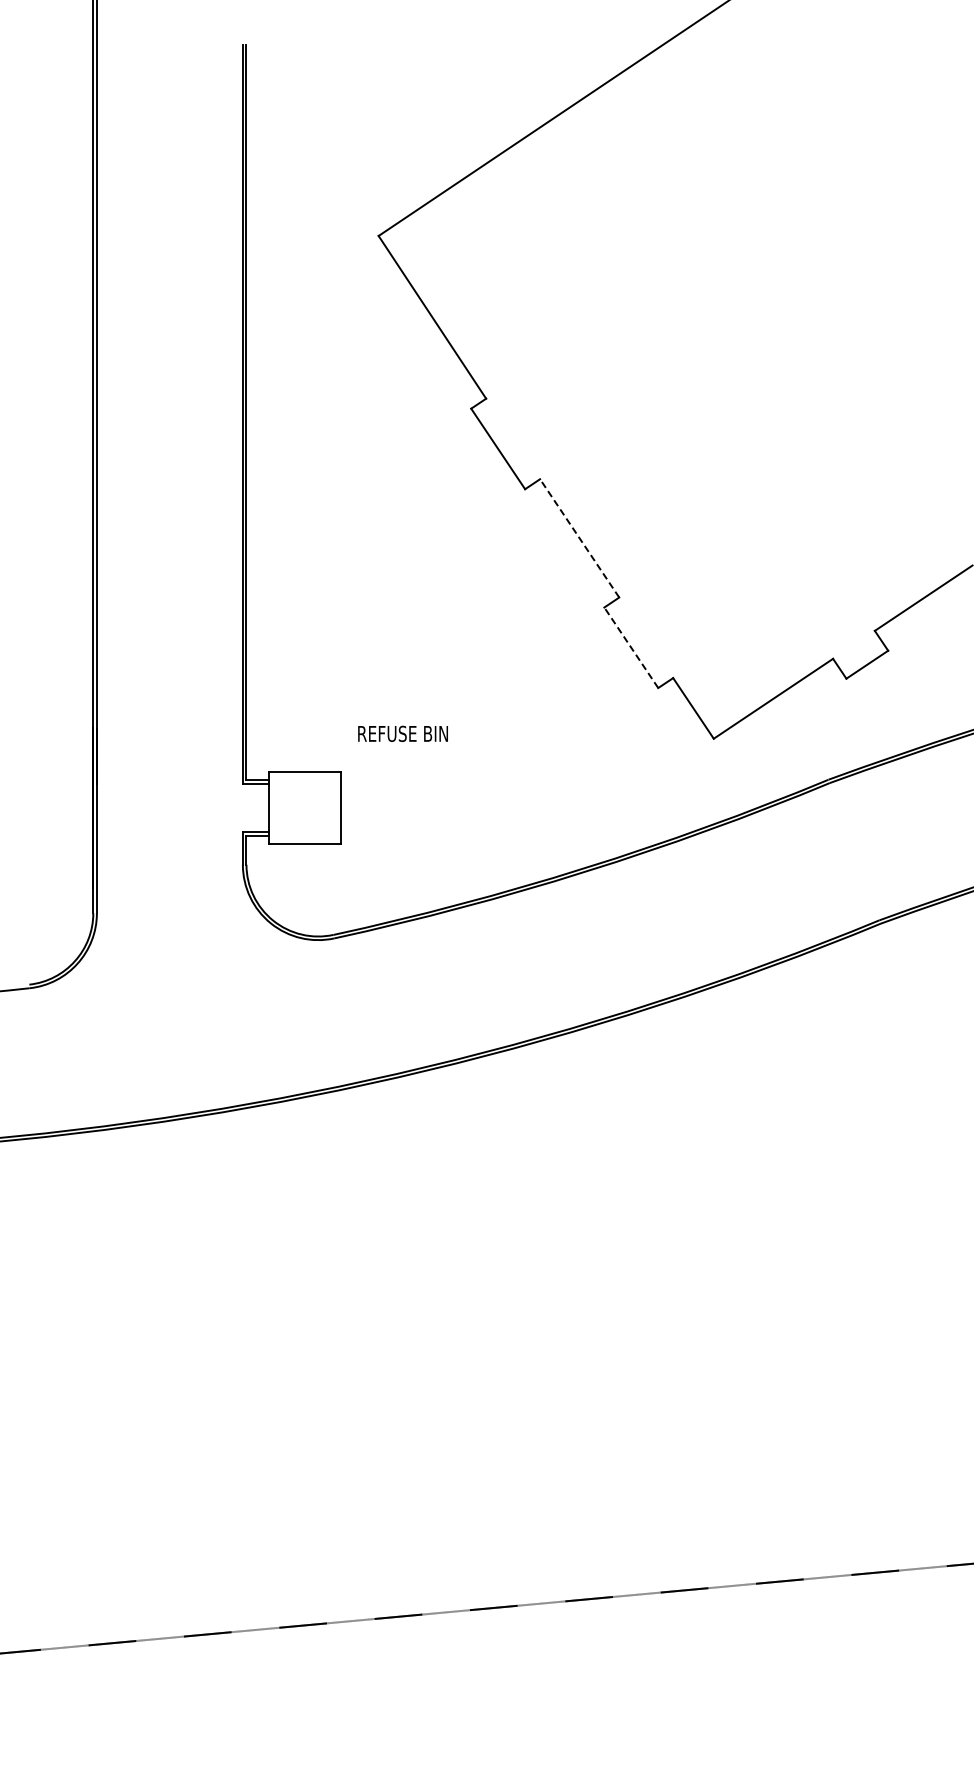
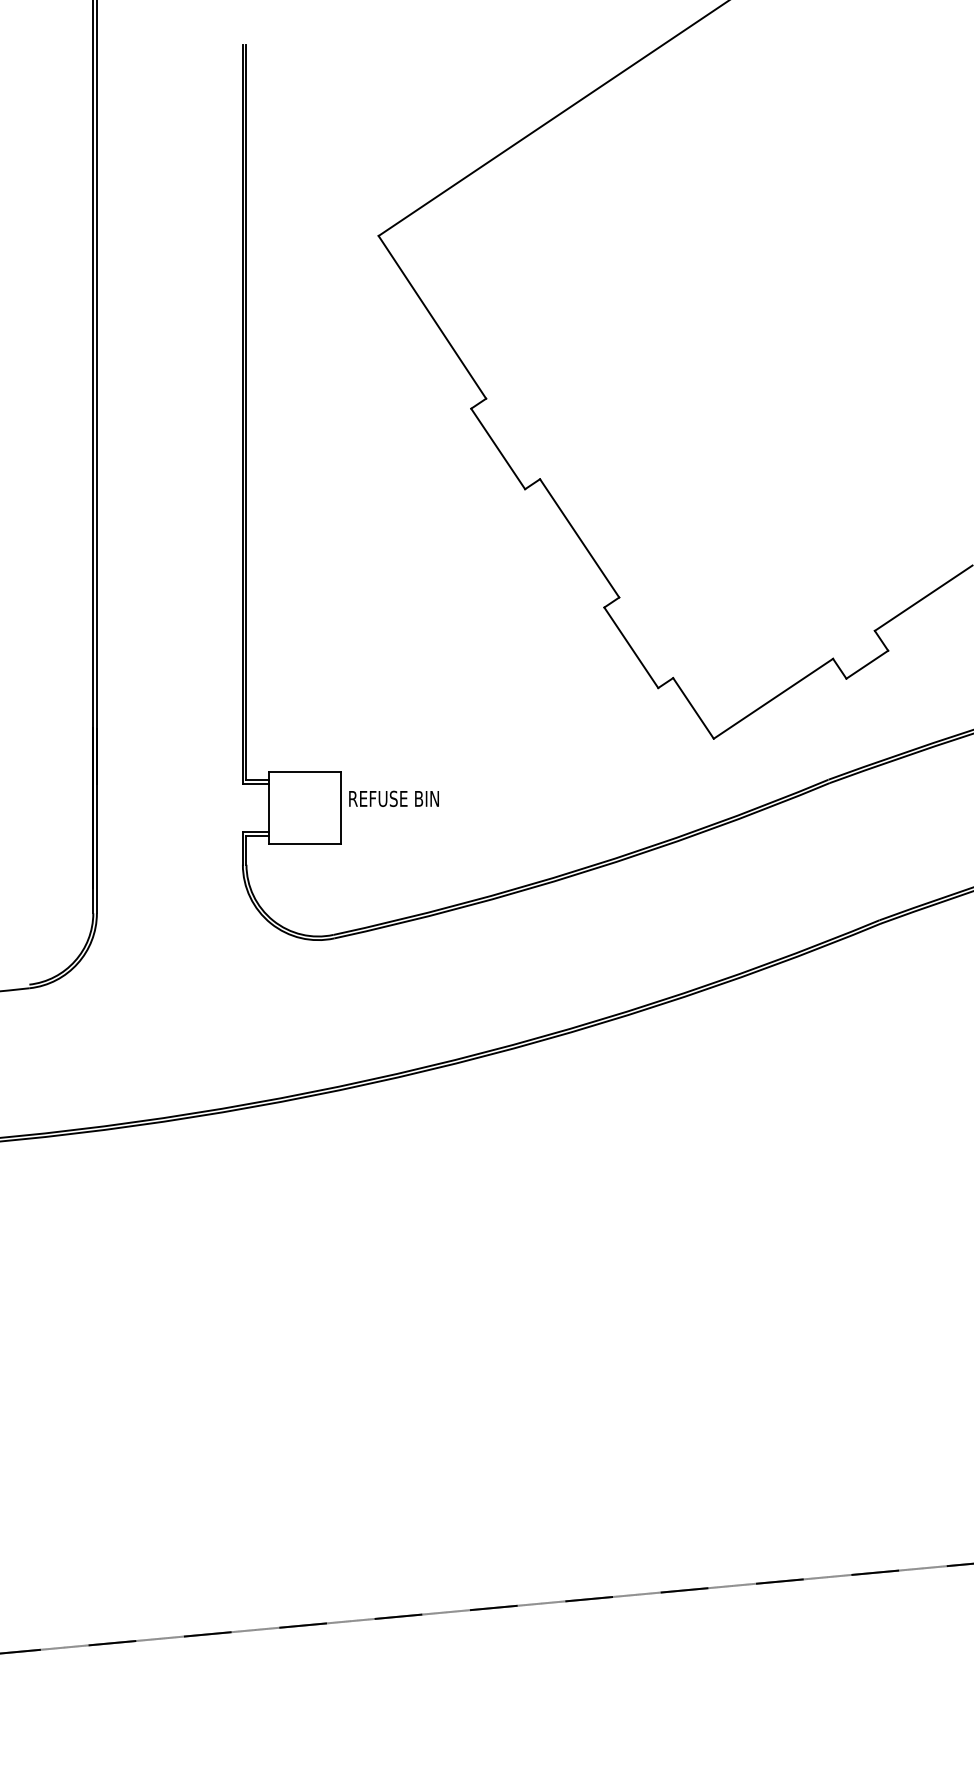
line at (579, 537): dashed -> solid
line at (631, 647): dashed -> solid
text at (402, 733) position: (402, 733) -> (393, 798)
